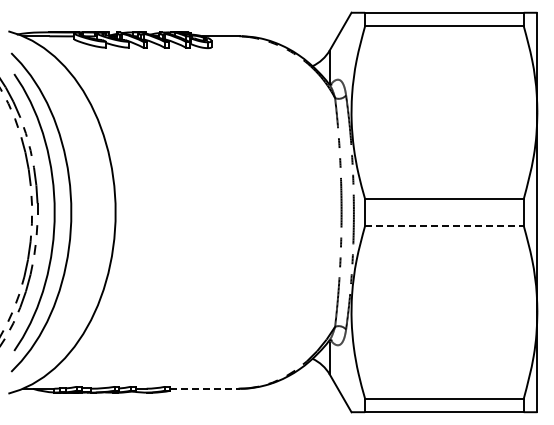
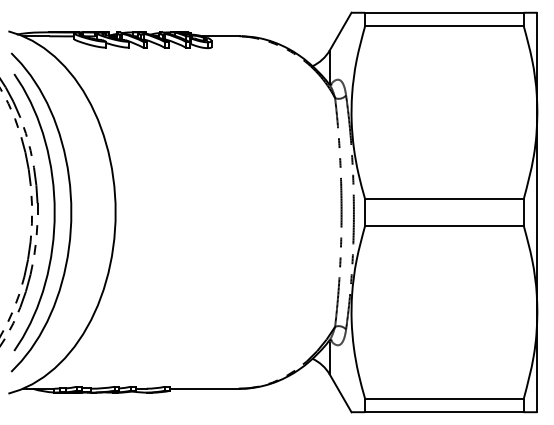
line at (444, 226): dashed -> solid
line at (205, 388): dashed -> solid
